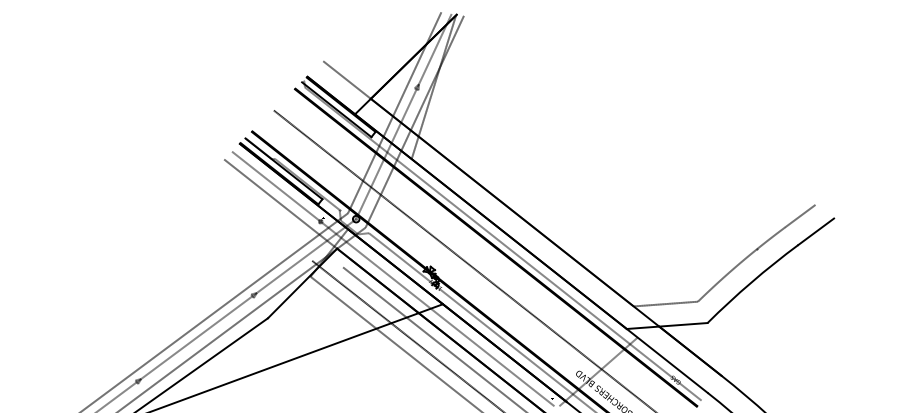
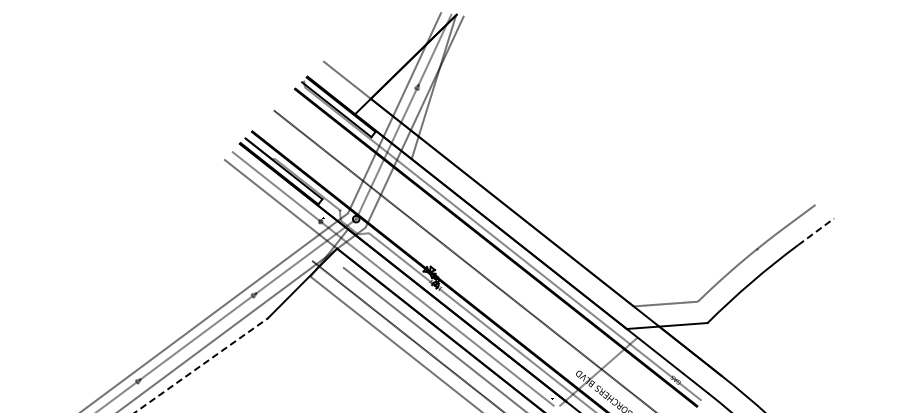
line at (816, 231): solid -> dashed
line at (299, 356): present -> none
line at (201, 365): solid -> dashed
